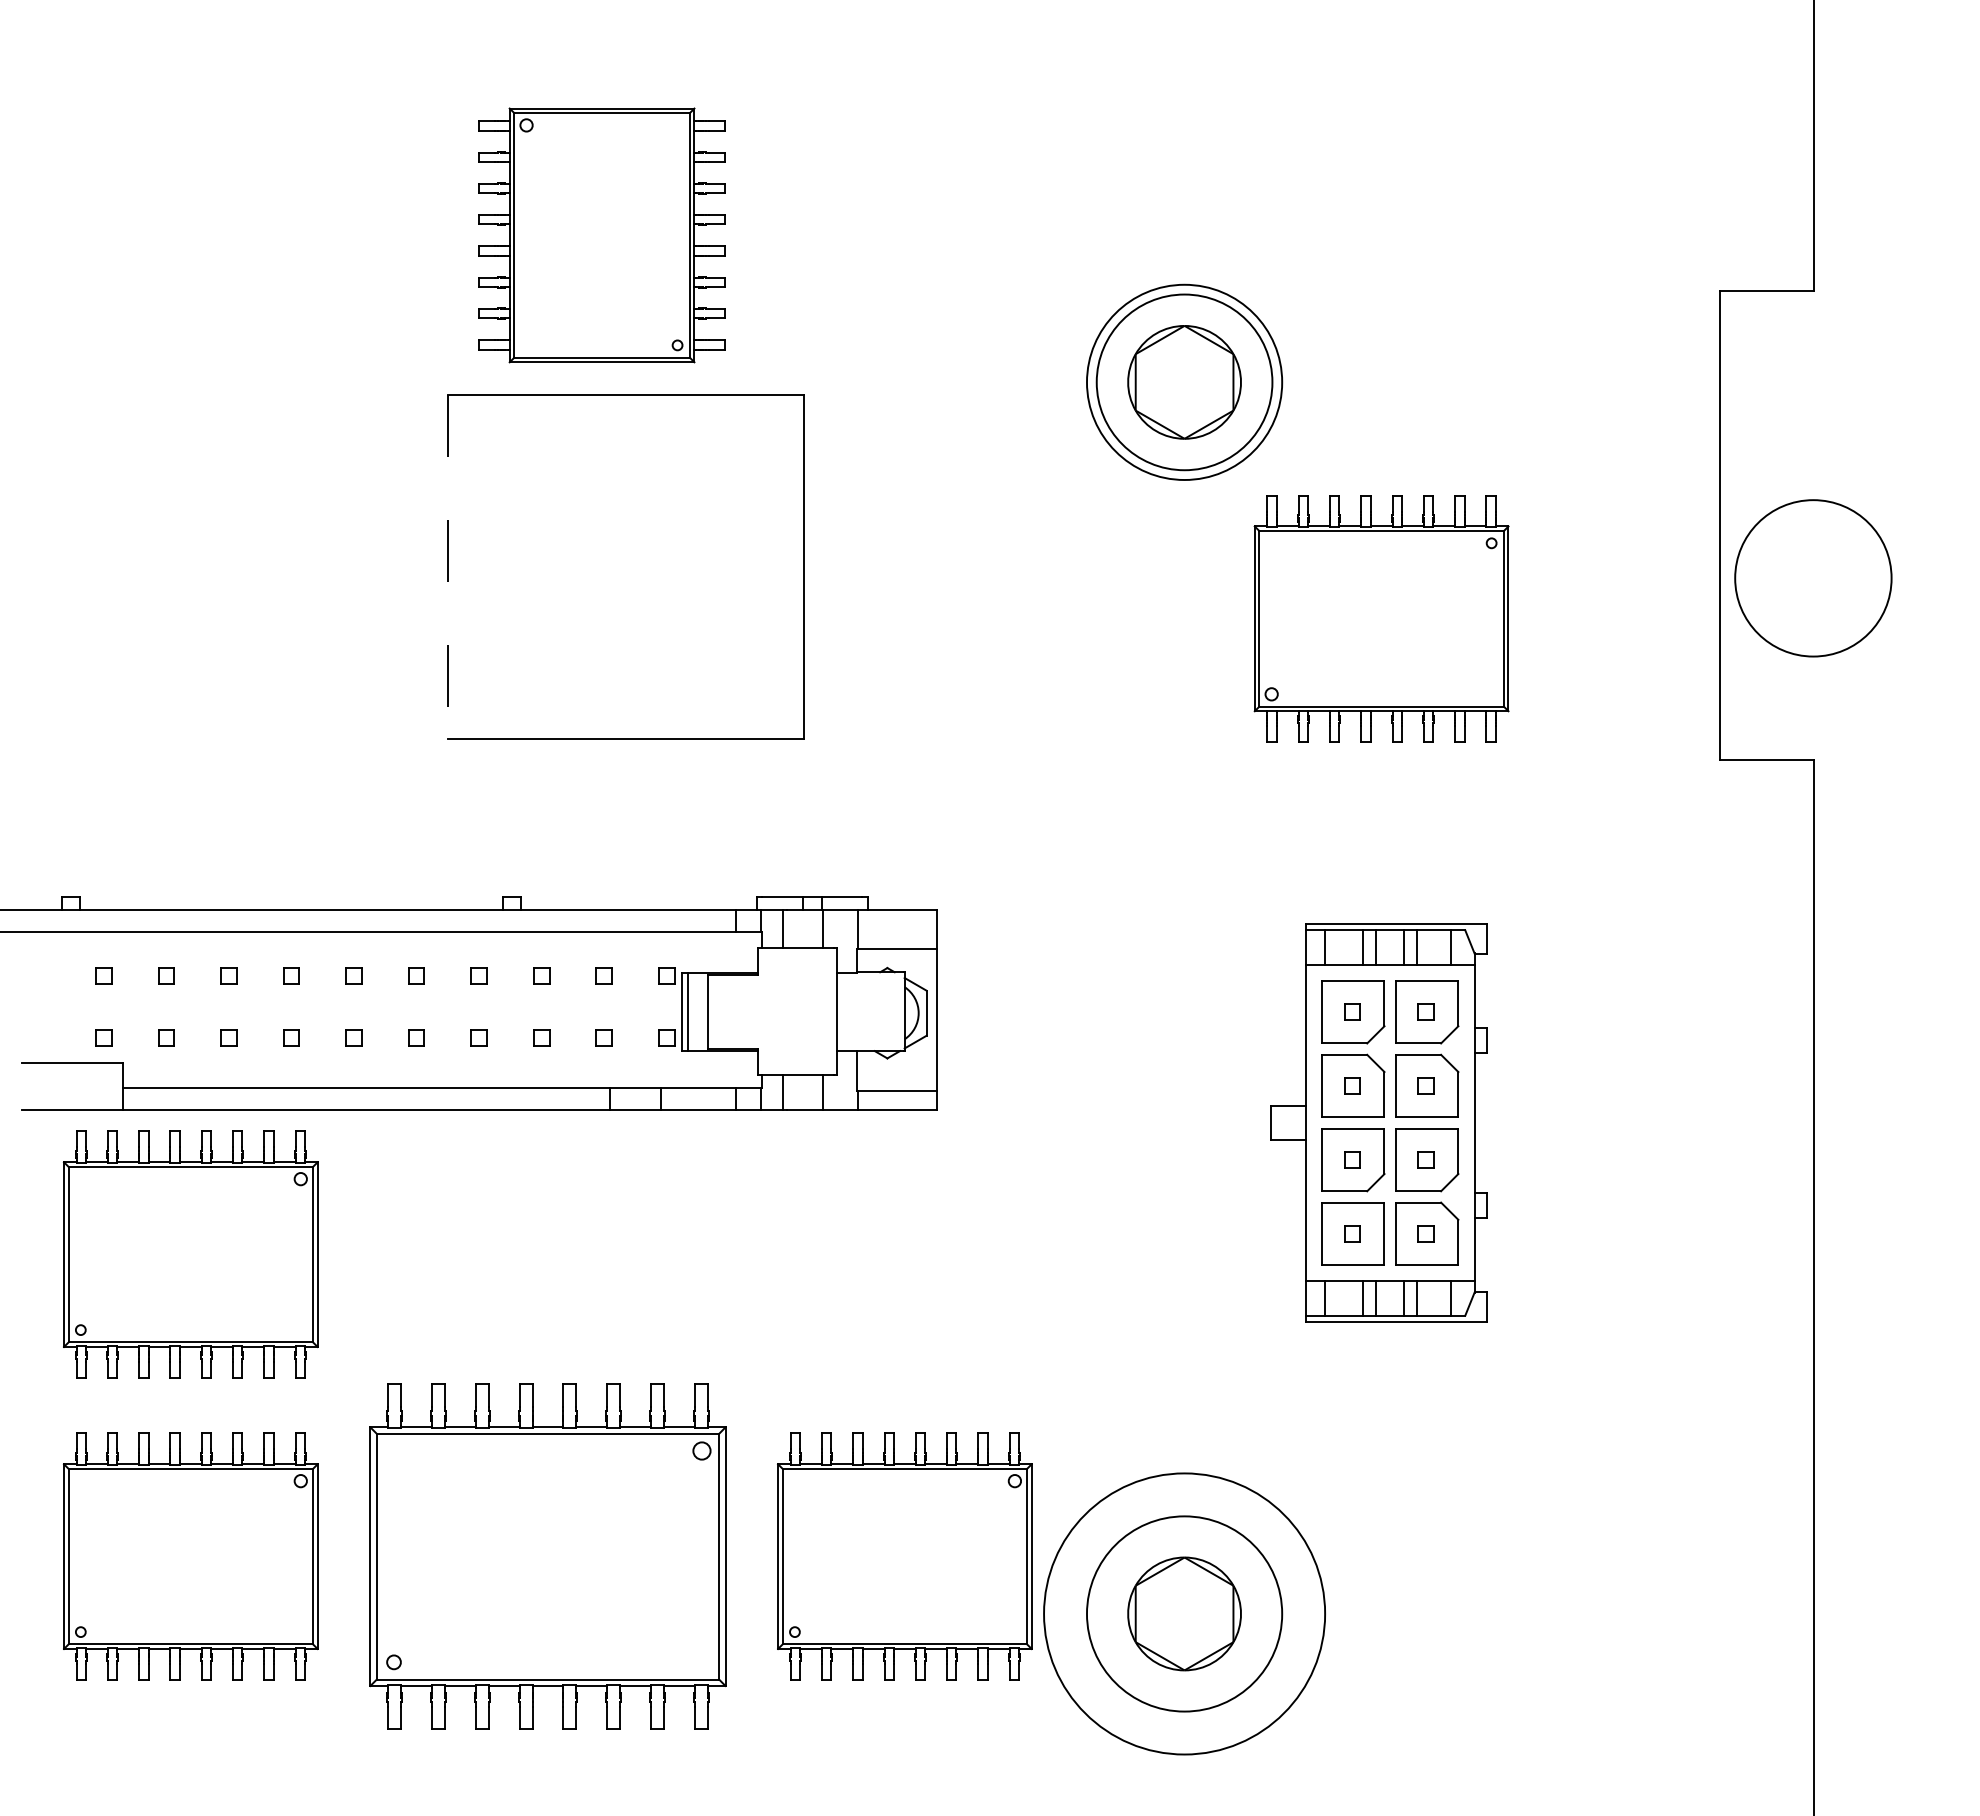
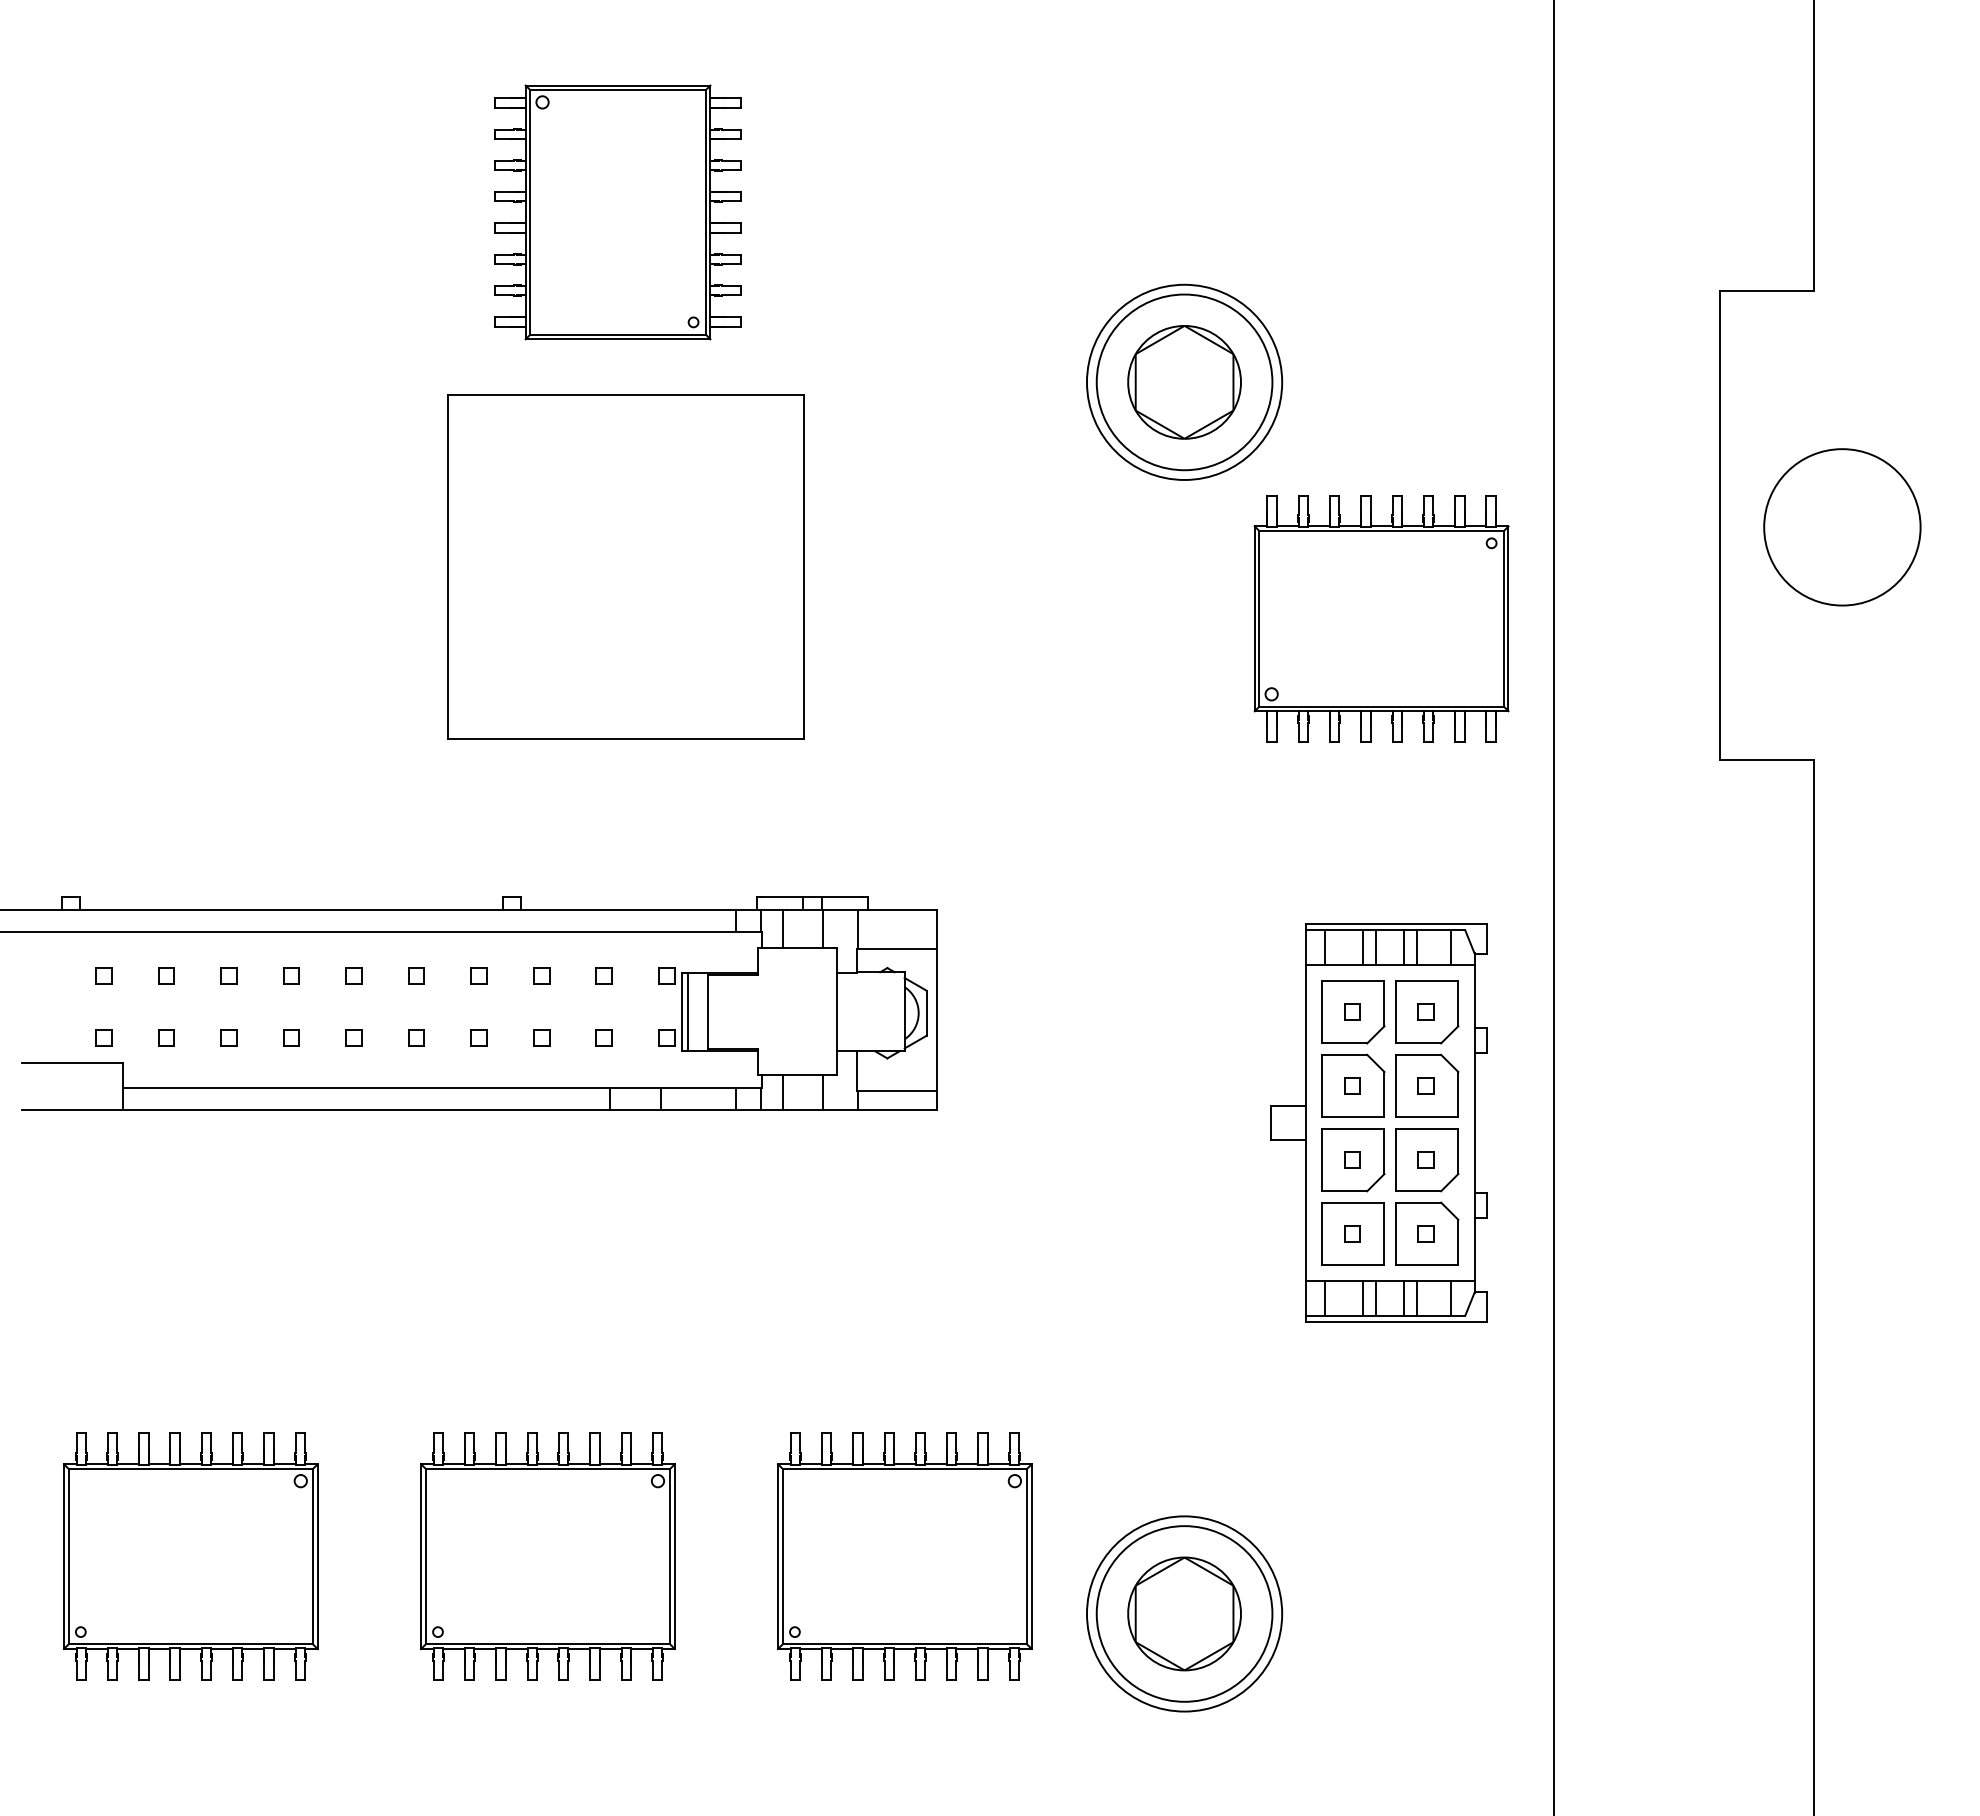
part at (601, 235) position: (601, 235) -> (617, 212)
line at (447, 567): dashed -> solid
circle at (1813, 578) position: (1813, 578) -> (1842, 527)
line at (1554, 907): none -> present
part at (190, 1254): present -> none
part at (547, 1556) size: 358x347 px -> 256x249 px
circle at (1184, 1613) diameter: 281 px -> 176 px
